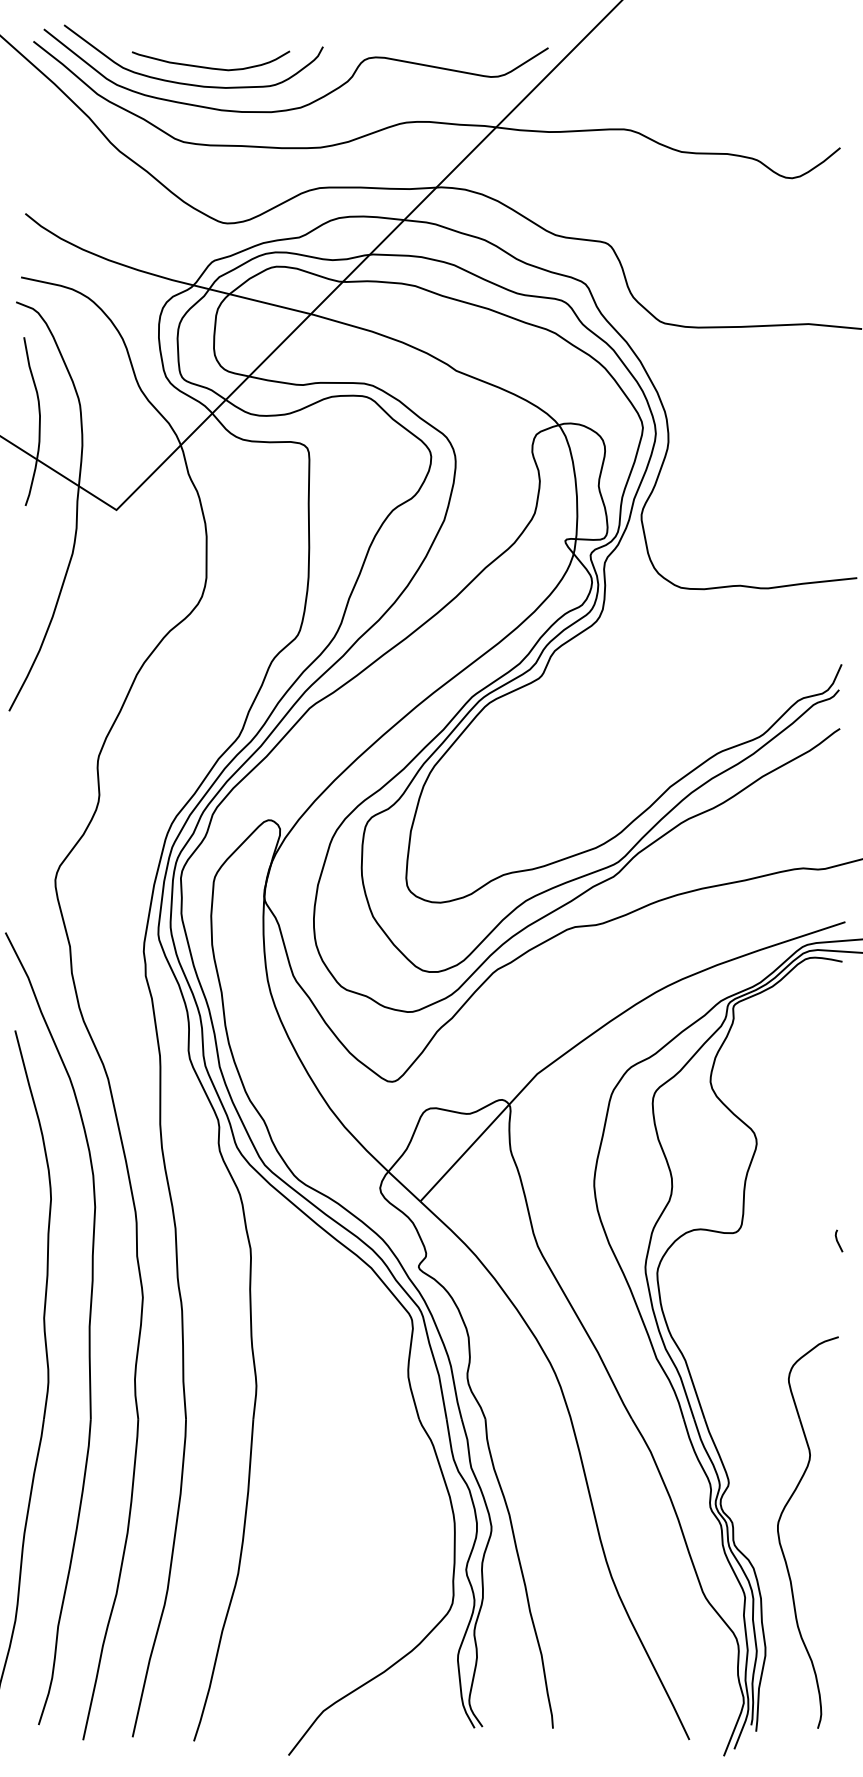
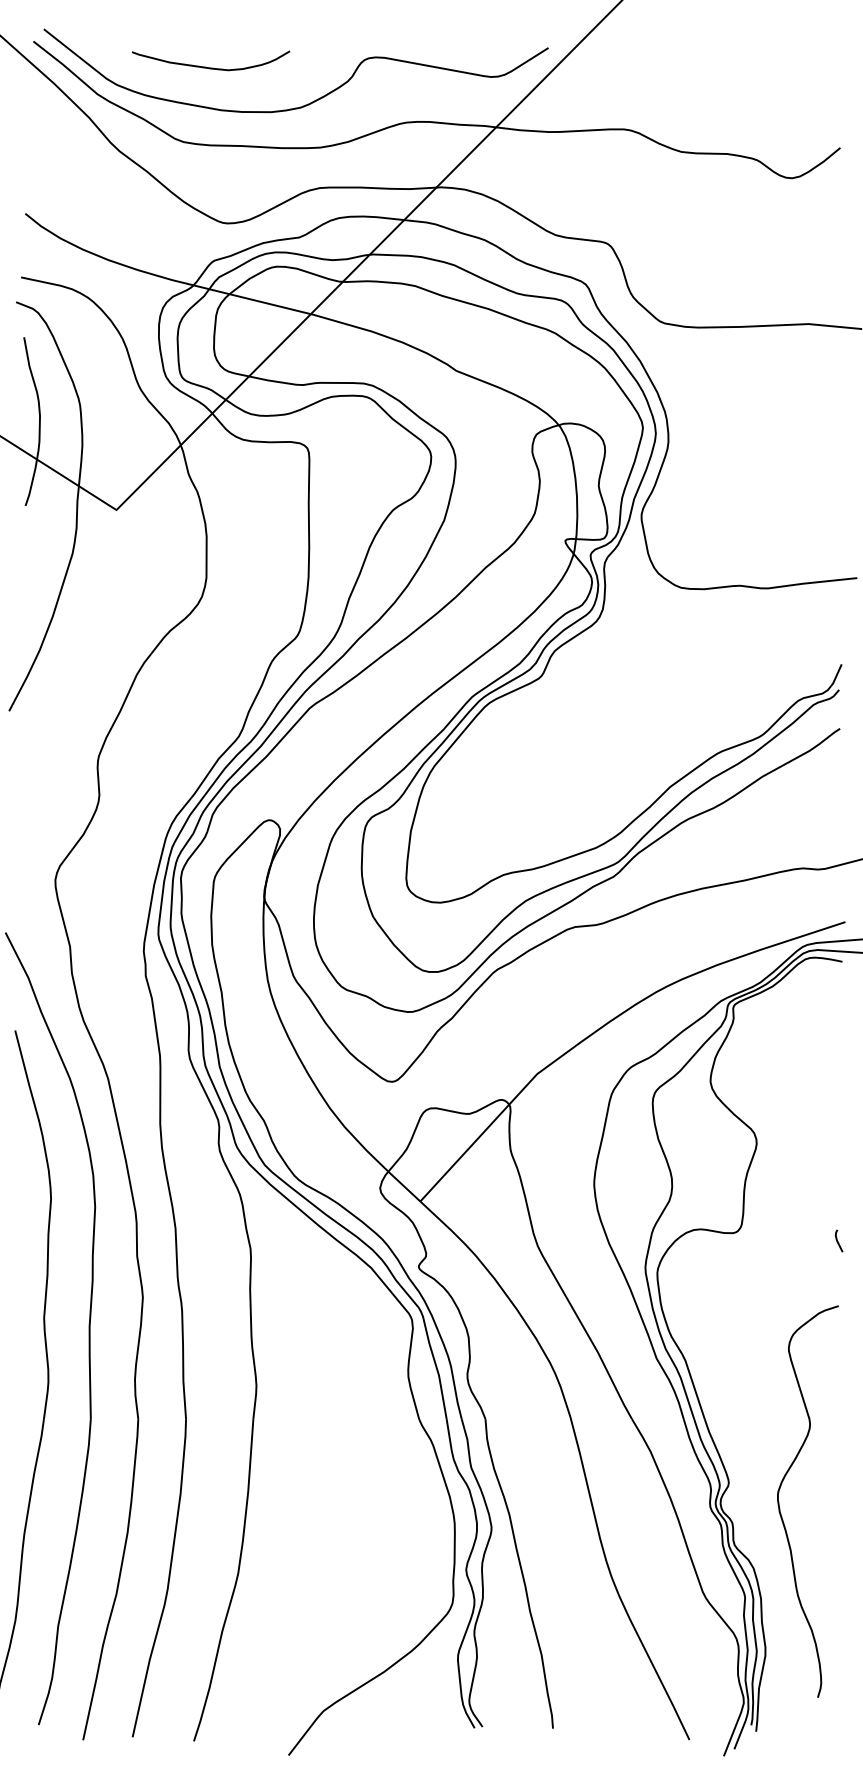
curve at (190, 83): present -> none
part at (780, 1539) position: (780, 1539) -> (780, 1508)
